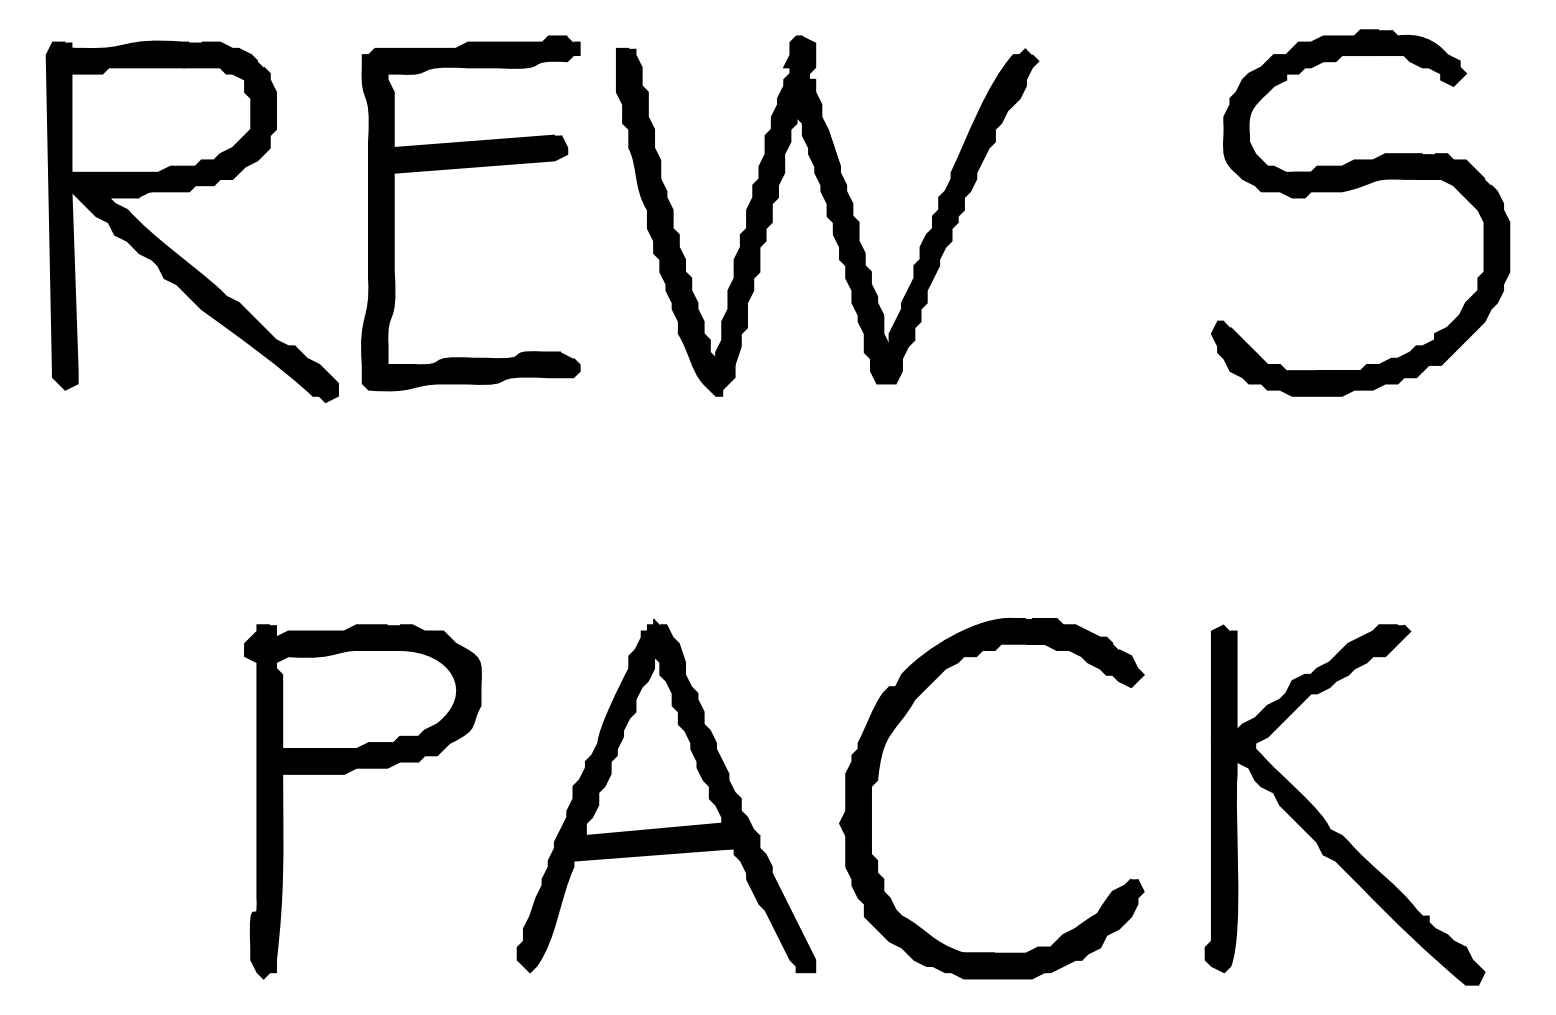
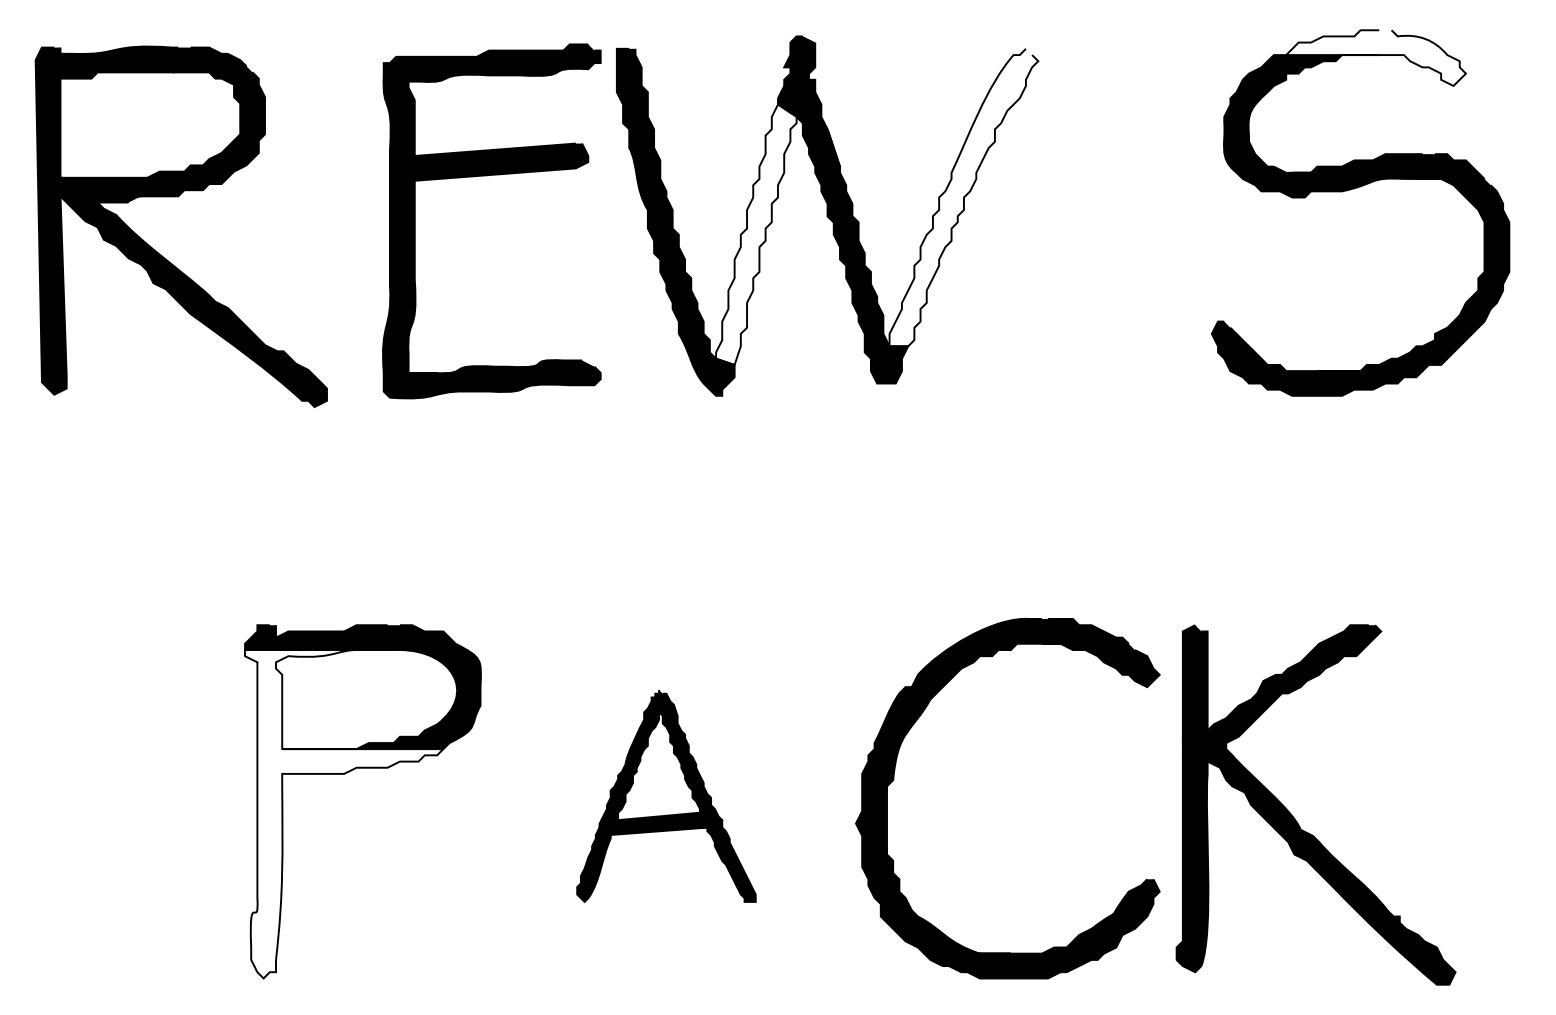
fill at (1375, 57): present -> none
part at (466, 168) position: (466, 168) -> (487, 176)
part at (189, 192) position: (189, 192) -> (178, 197)
fill at (963, 197): present -> none
fill at (756, 234): present -> none
part at (878, 779) position: (878, 779) -> (894, 779)
part at (666, 796) size: 301x355 px -> 181x213 px
fill at (343, 813): present -> none
part at (1324, 818) position: (1324, 818) -> (1295, 818)
